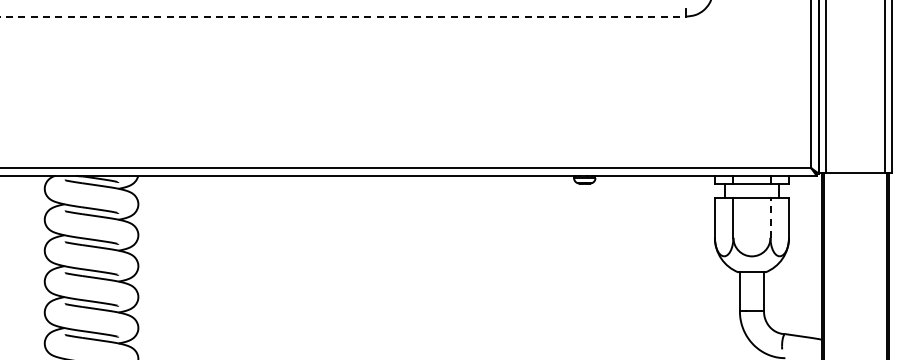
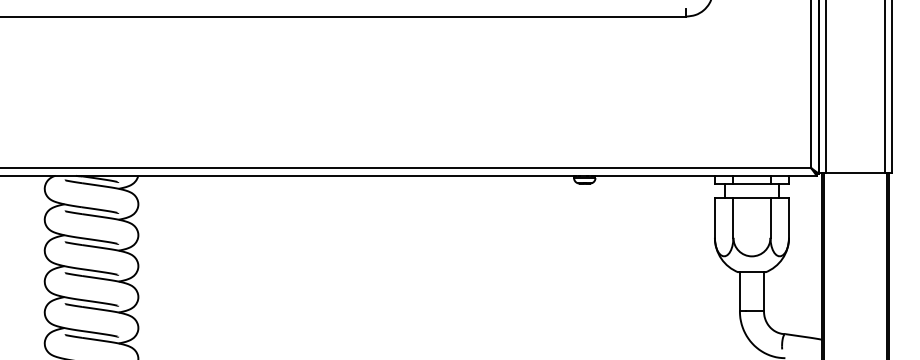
line at (343, 16): dashed -> solid
line at (770, 217): dashed -> solid
